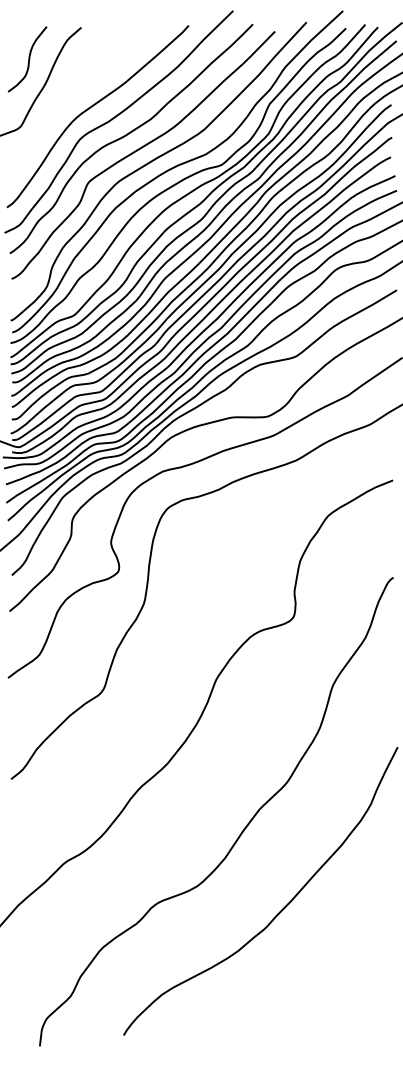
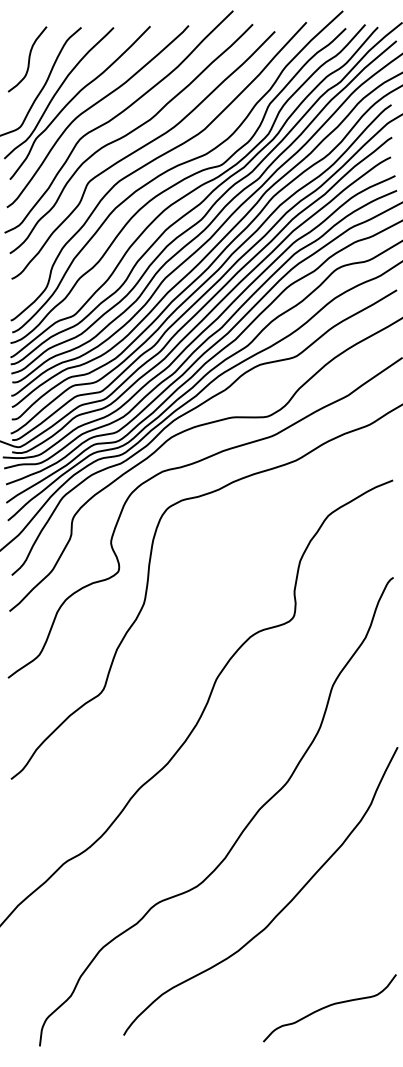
part at (77, 102): none -> present
curve at (329, 1006): none -> present
